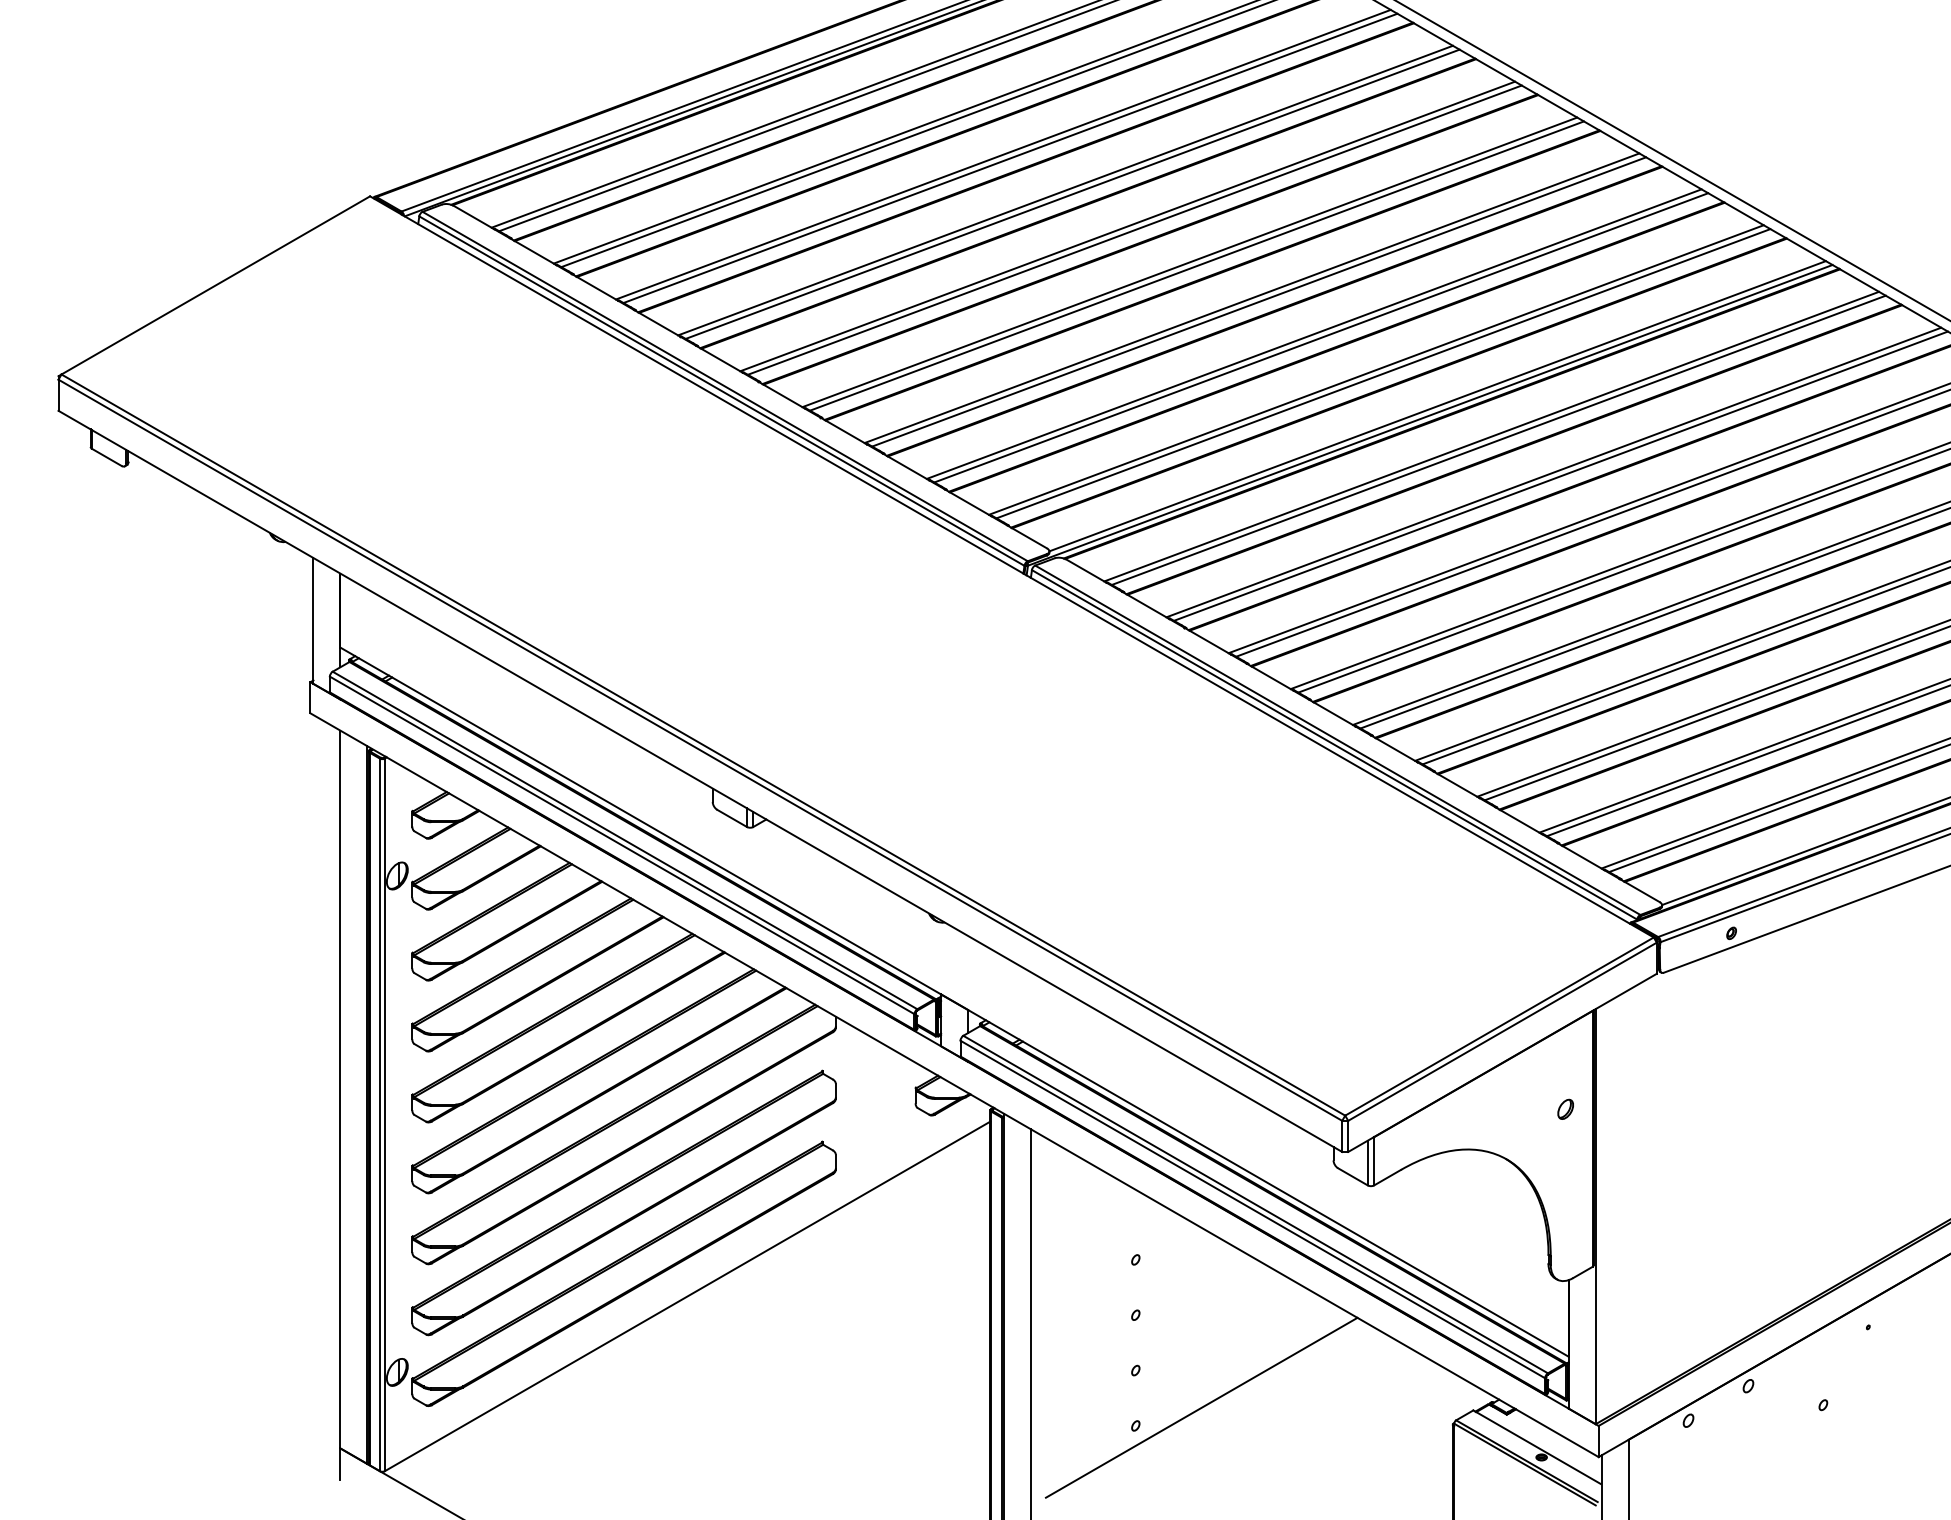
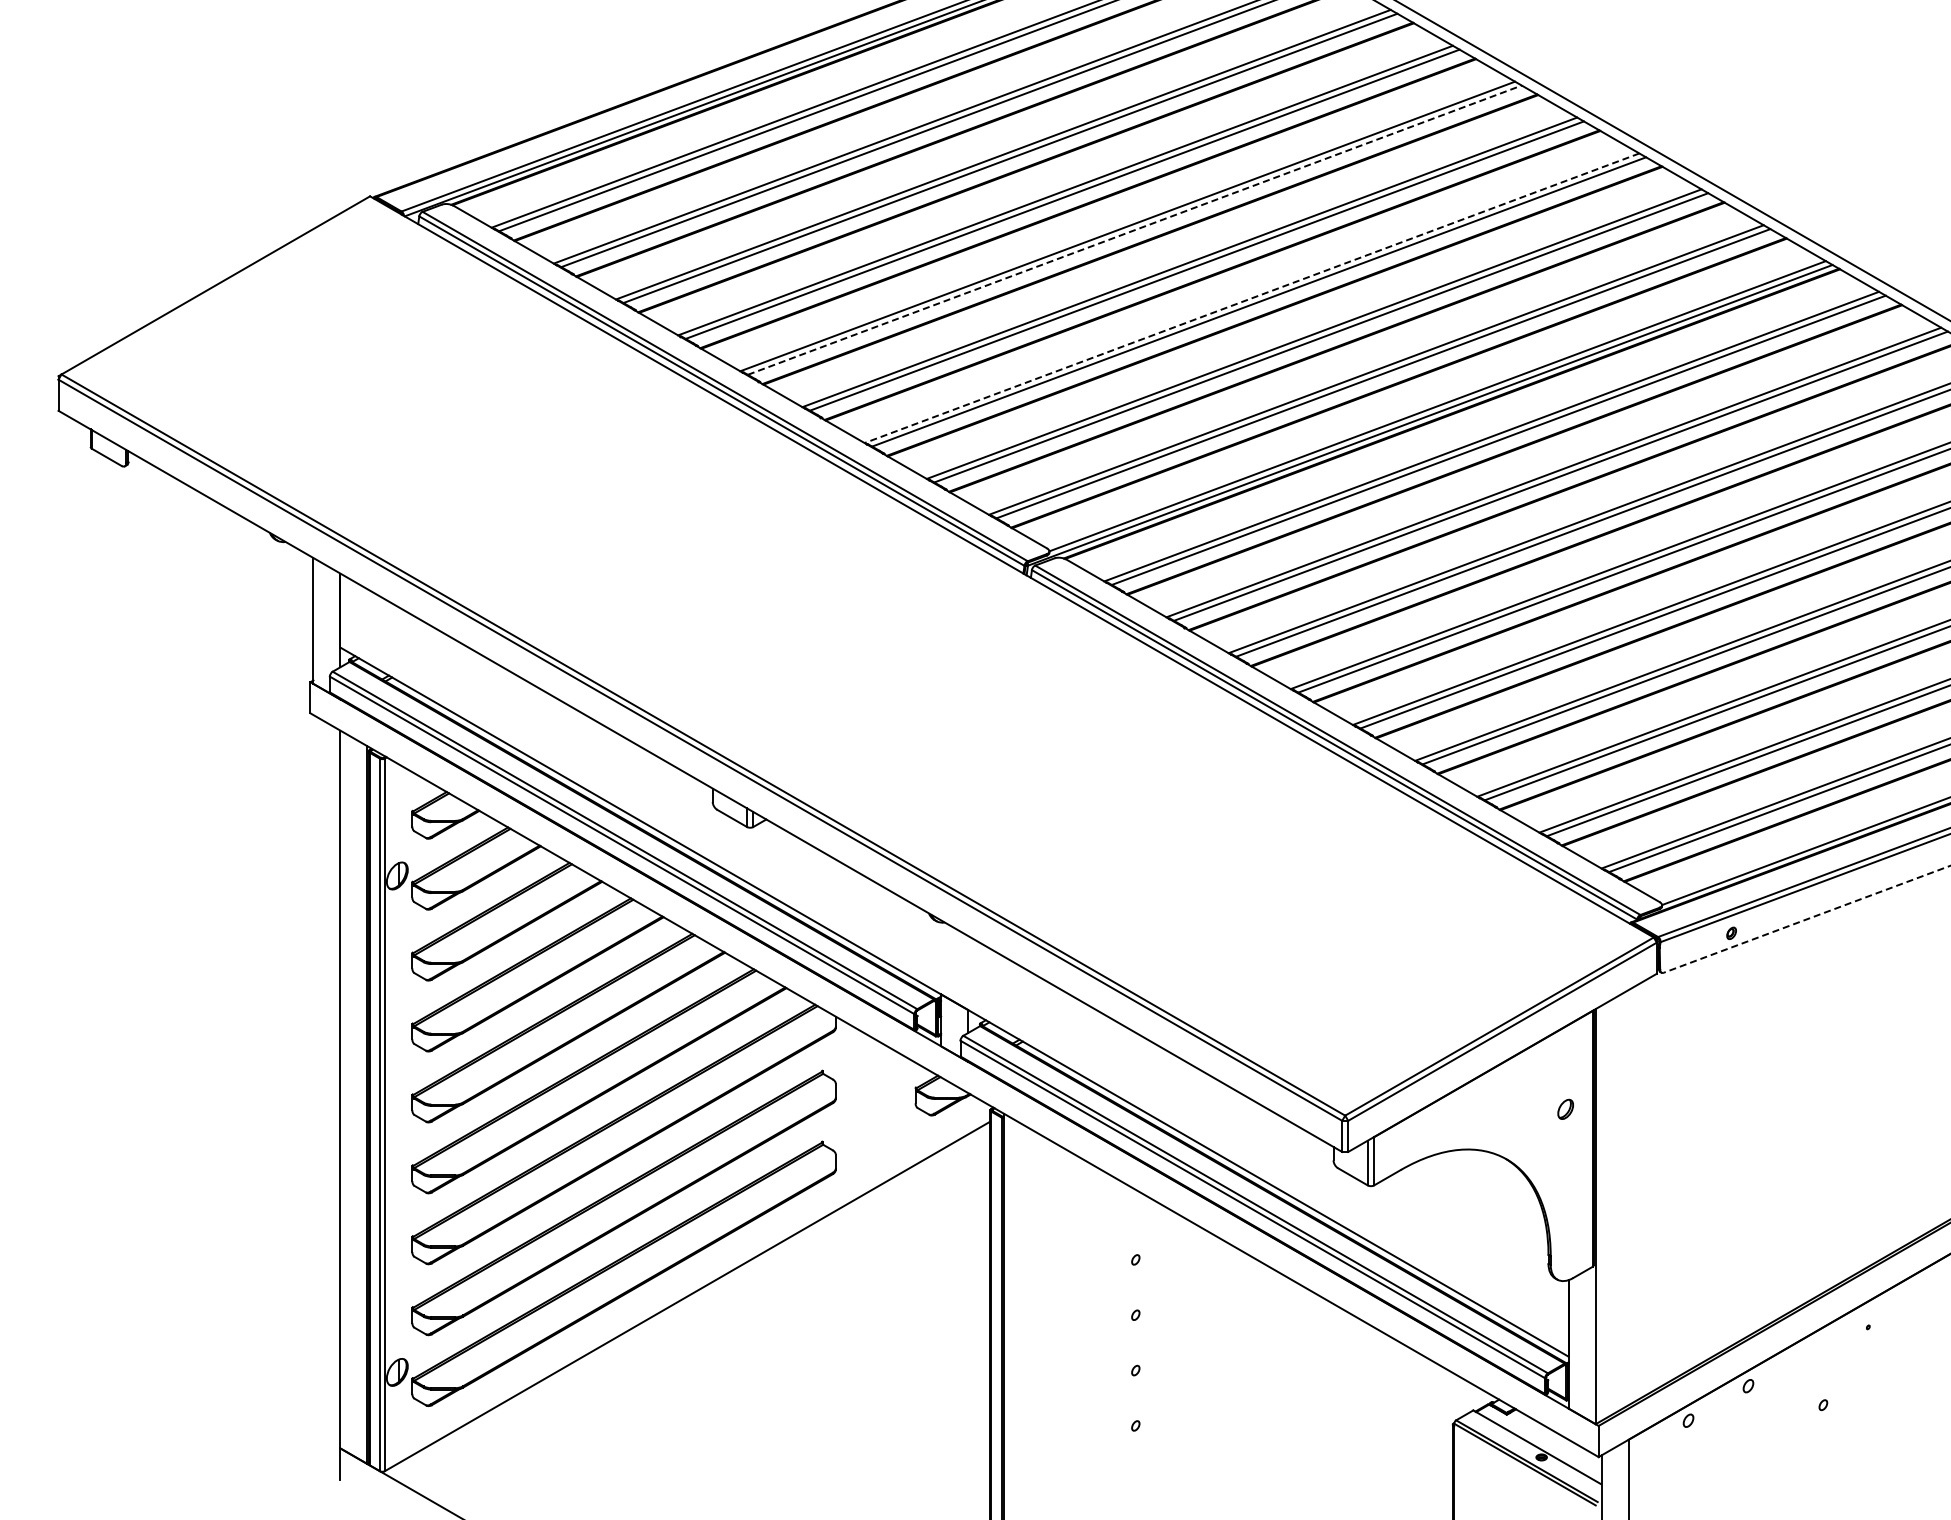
line at (1135, 230): solid -> dashed
line at (1252, 298): solid -> dashed
line at (1807, 919): solid -> dashed
line at (1030, 1322): present -> none
line at (1201, 1407): present -> none
